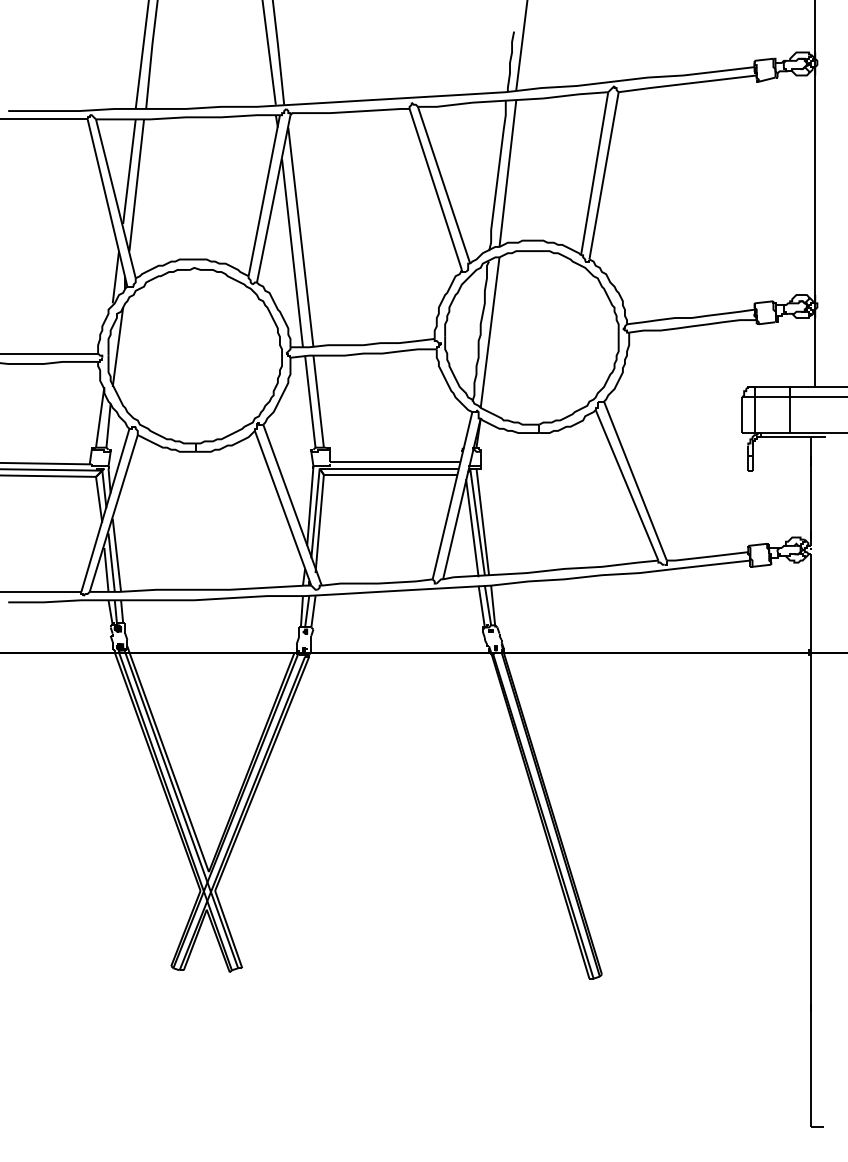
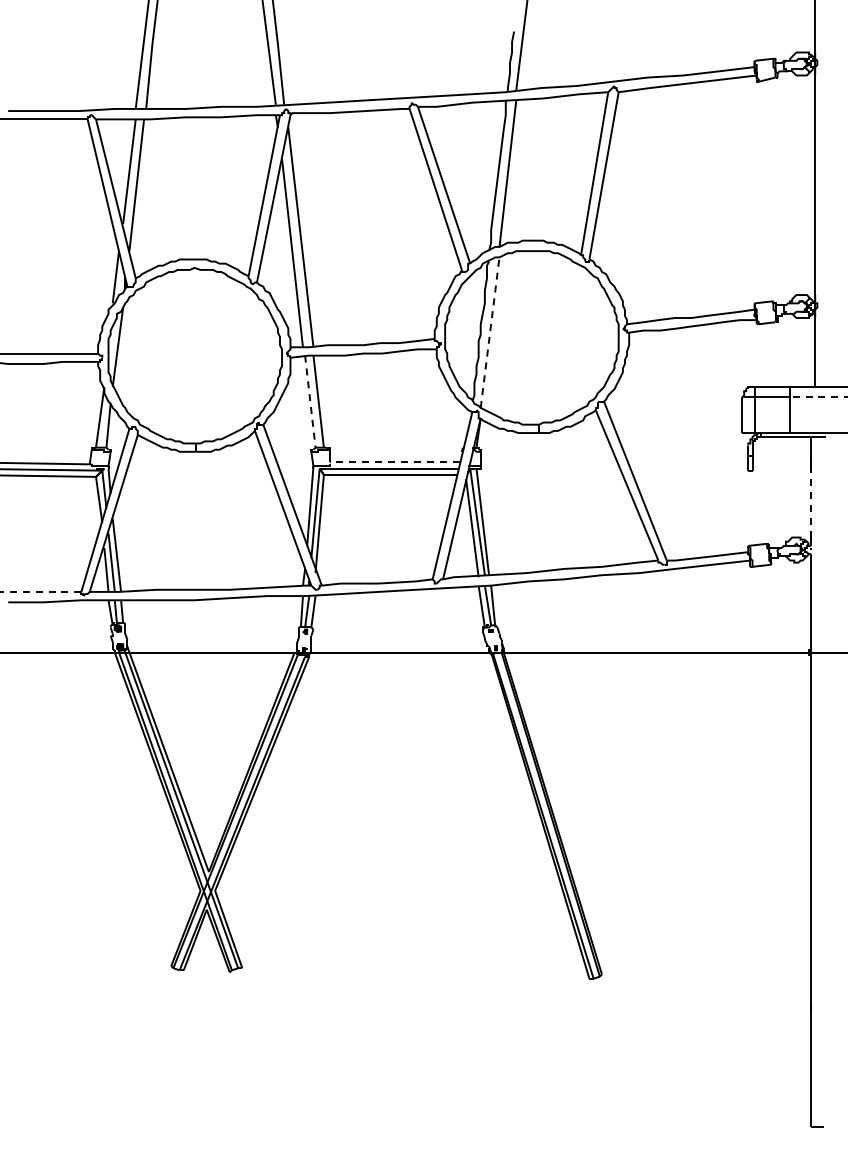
line at (490, 332): solid -> dashed
line at (819, 397): solid -> dashed
line at (310, 402): solid -> dashed
line at (394, 462): solid -> dashed
line at (811, 499): solid -> dashed
line at (40, 591): solid -> dashed
